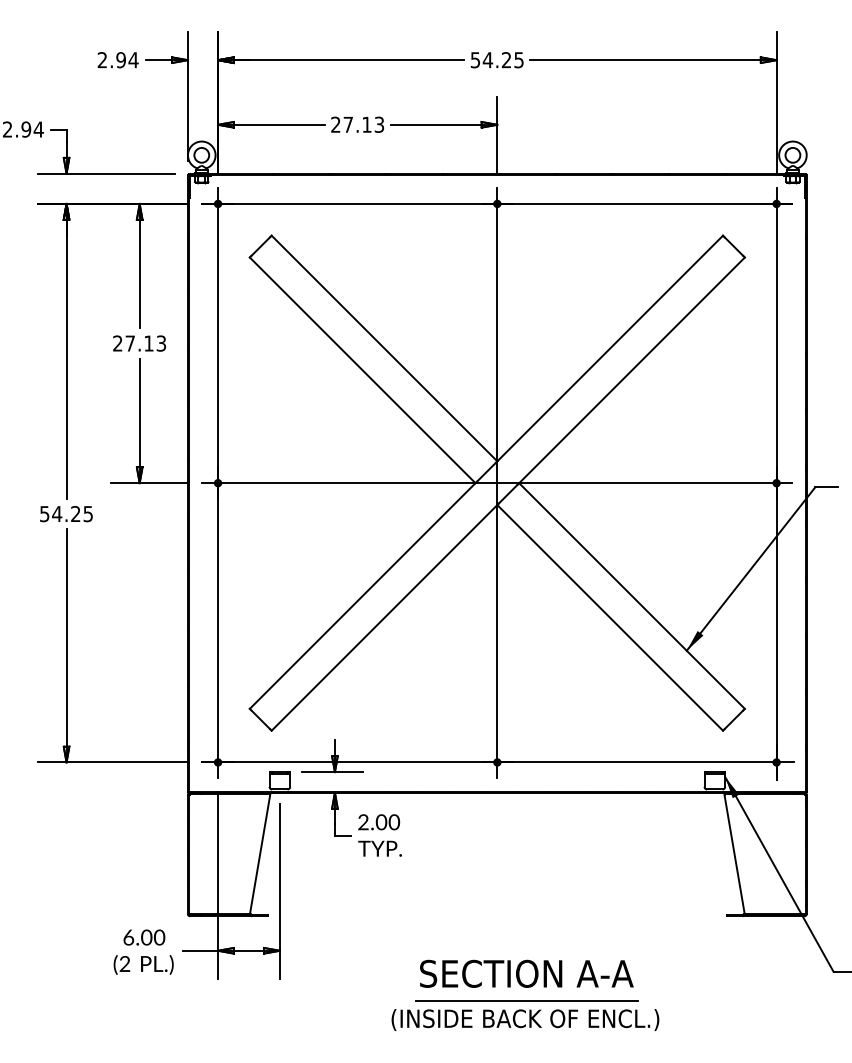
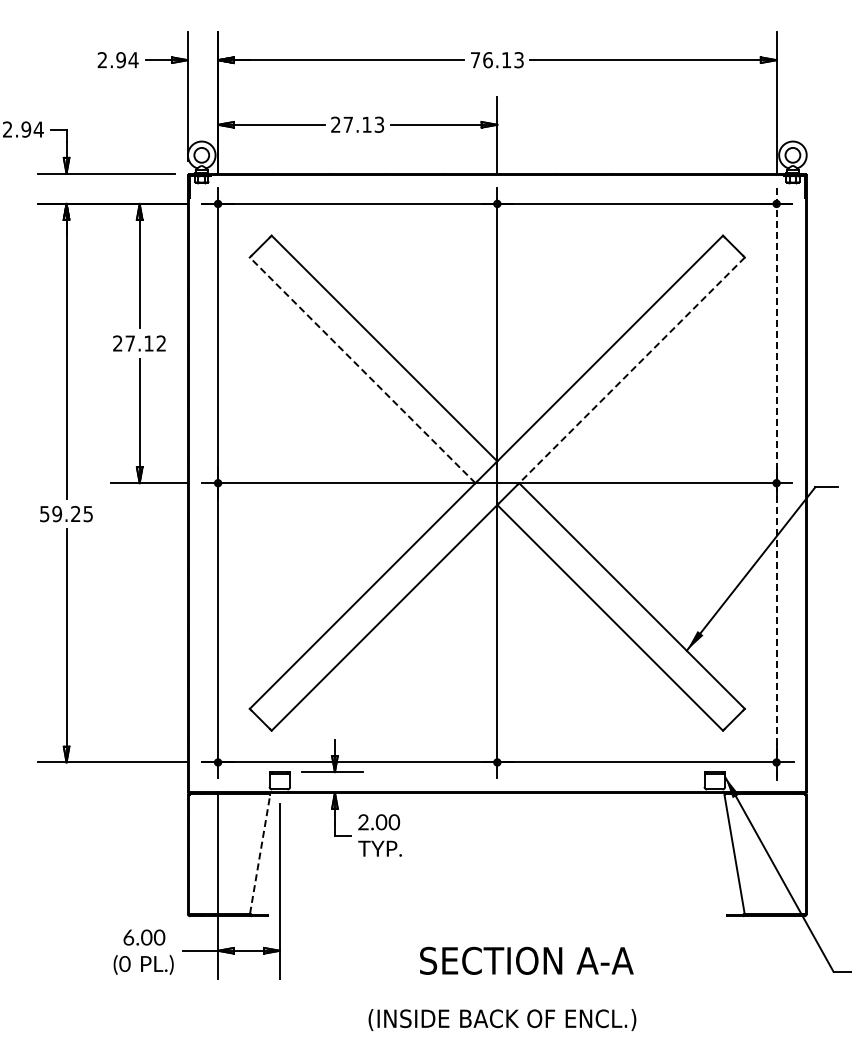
text at (496, 60): 54.25 -> 76.13
text at (161, 343): 27.13 -> 27.12
line at (362, 370): solid -> dashed
line at (632, 370): solid -> dashed
line at (776, 483): solid -> dashed
text at (57, 514): 54.25 -> 59.25
line at (260, 853): solid -> dashed
text at (124, 963): (2 -> (0
text at (526, 973) position: (526, 973) -> (526, 960)
line at (527, 1000): present -> none
text at (525, 1019) position: (525, 1019) -> (502, 1019)
